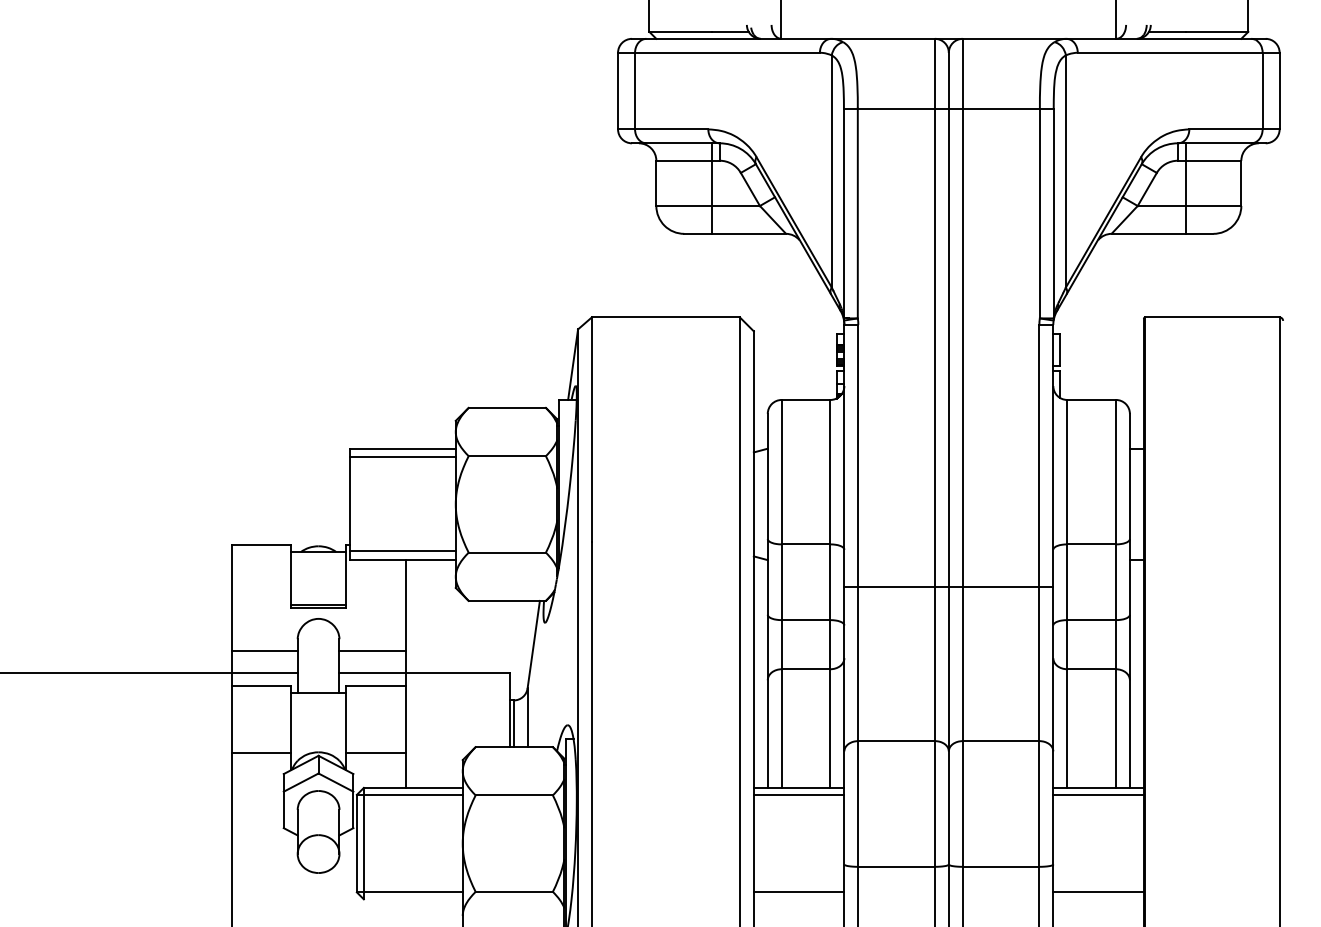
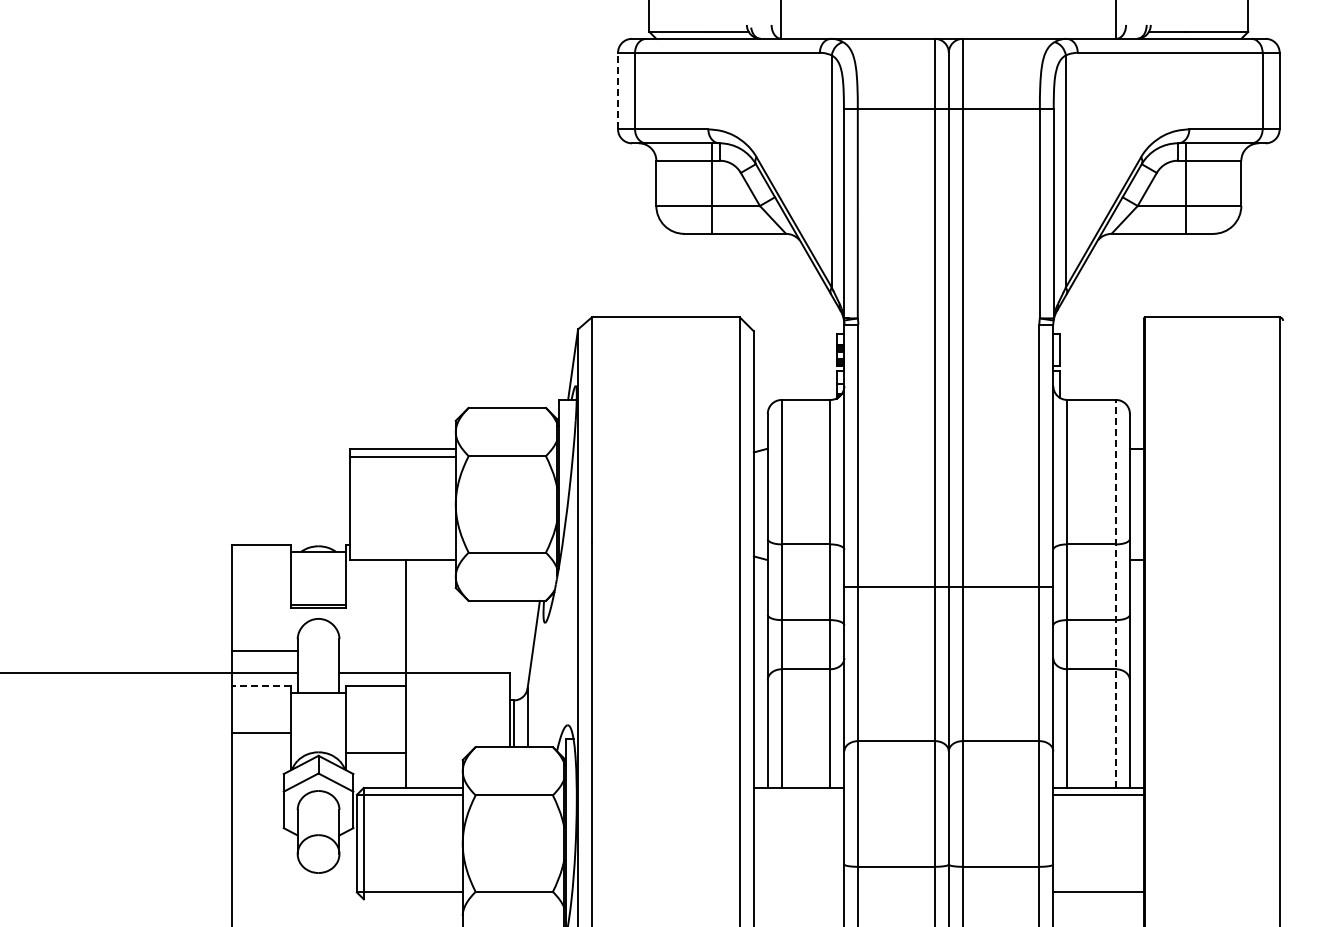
line at (618, 90): solid -> dashed
line at (402, 551): present -> none
line at (1115, 593): solid -> dashed
line at (372, 651): present -> none
line at (261, 686): solid -> dashed
line at (260, 752) position: (260, 752) -> (260, 732)
line at (798, 794): present -> none
line at (798, 892): present -> none
